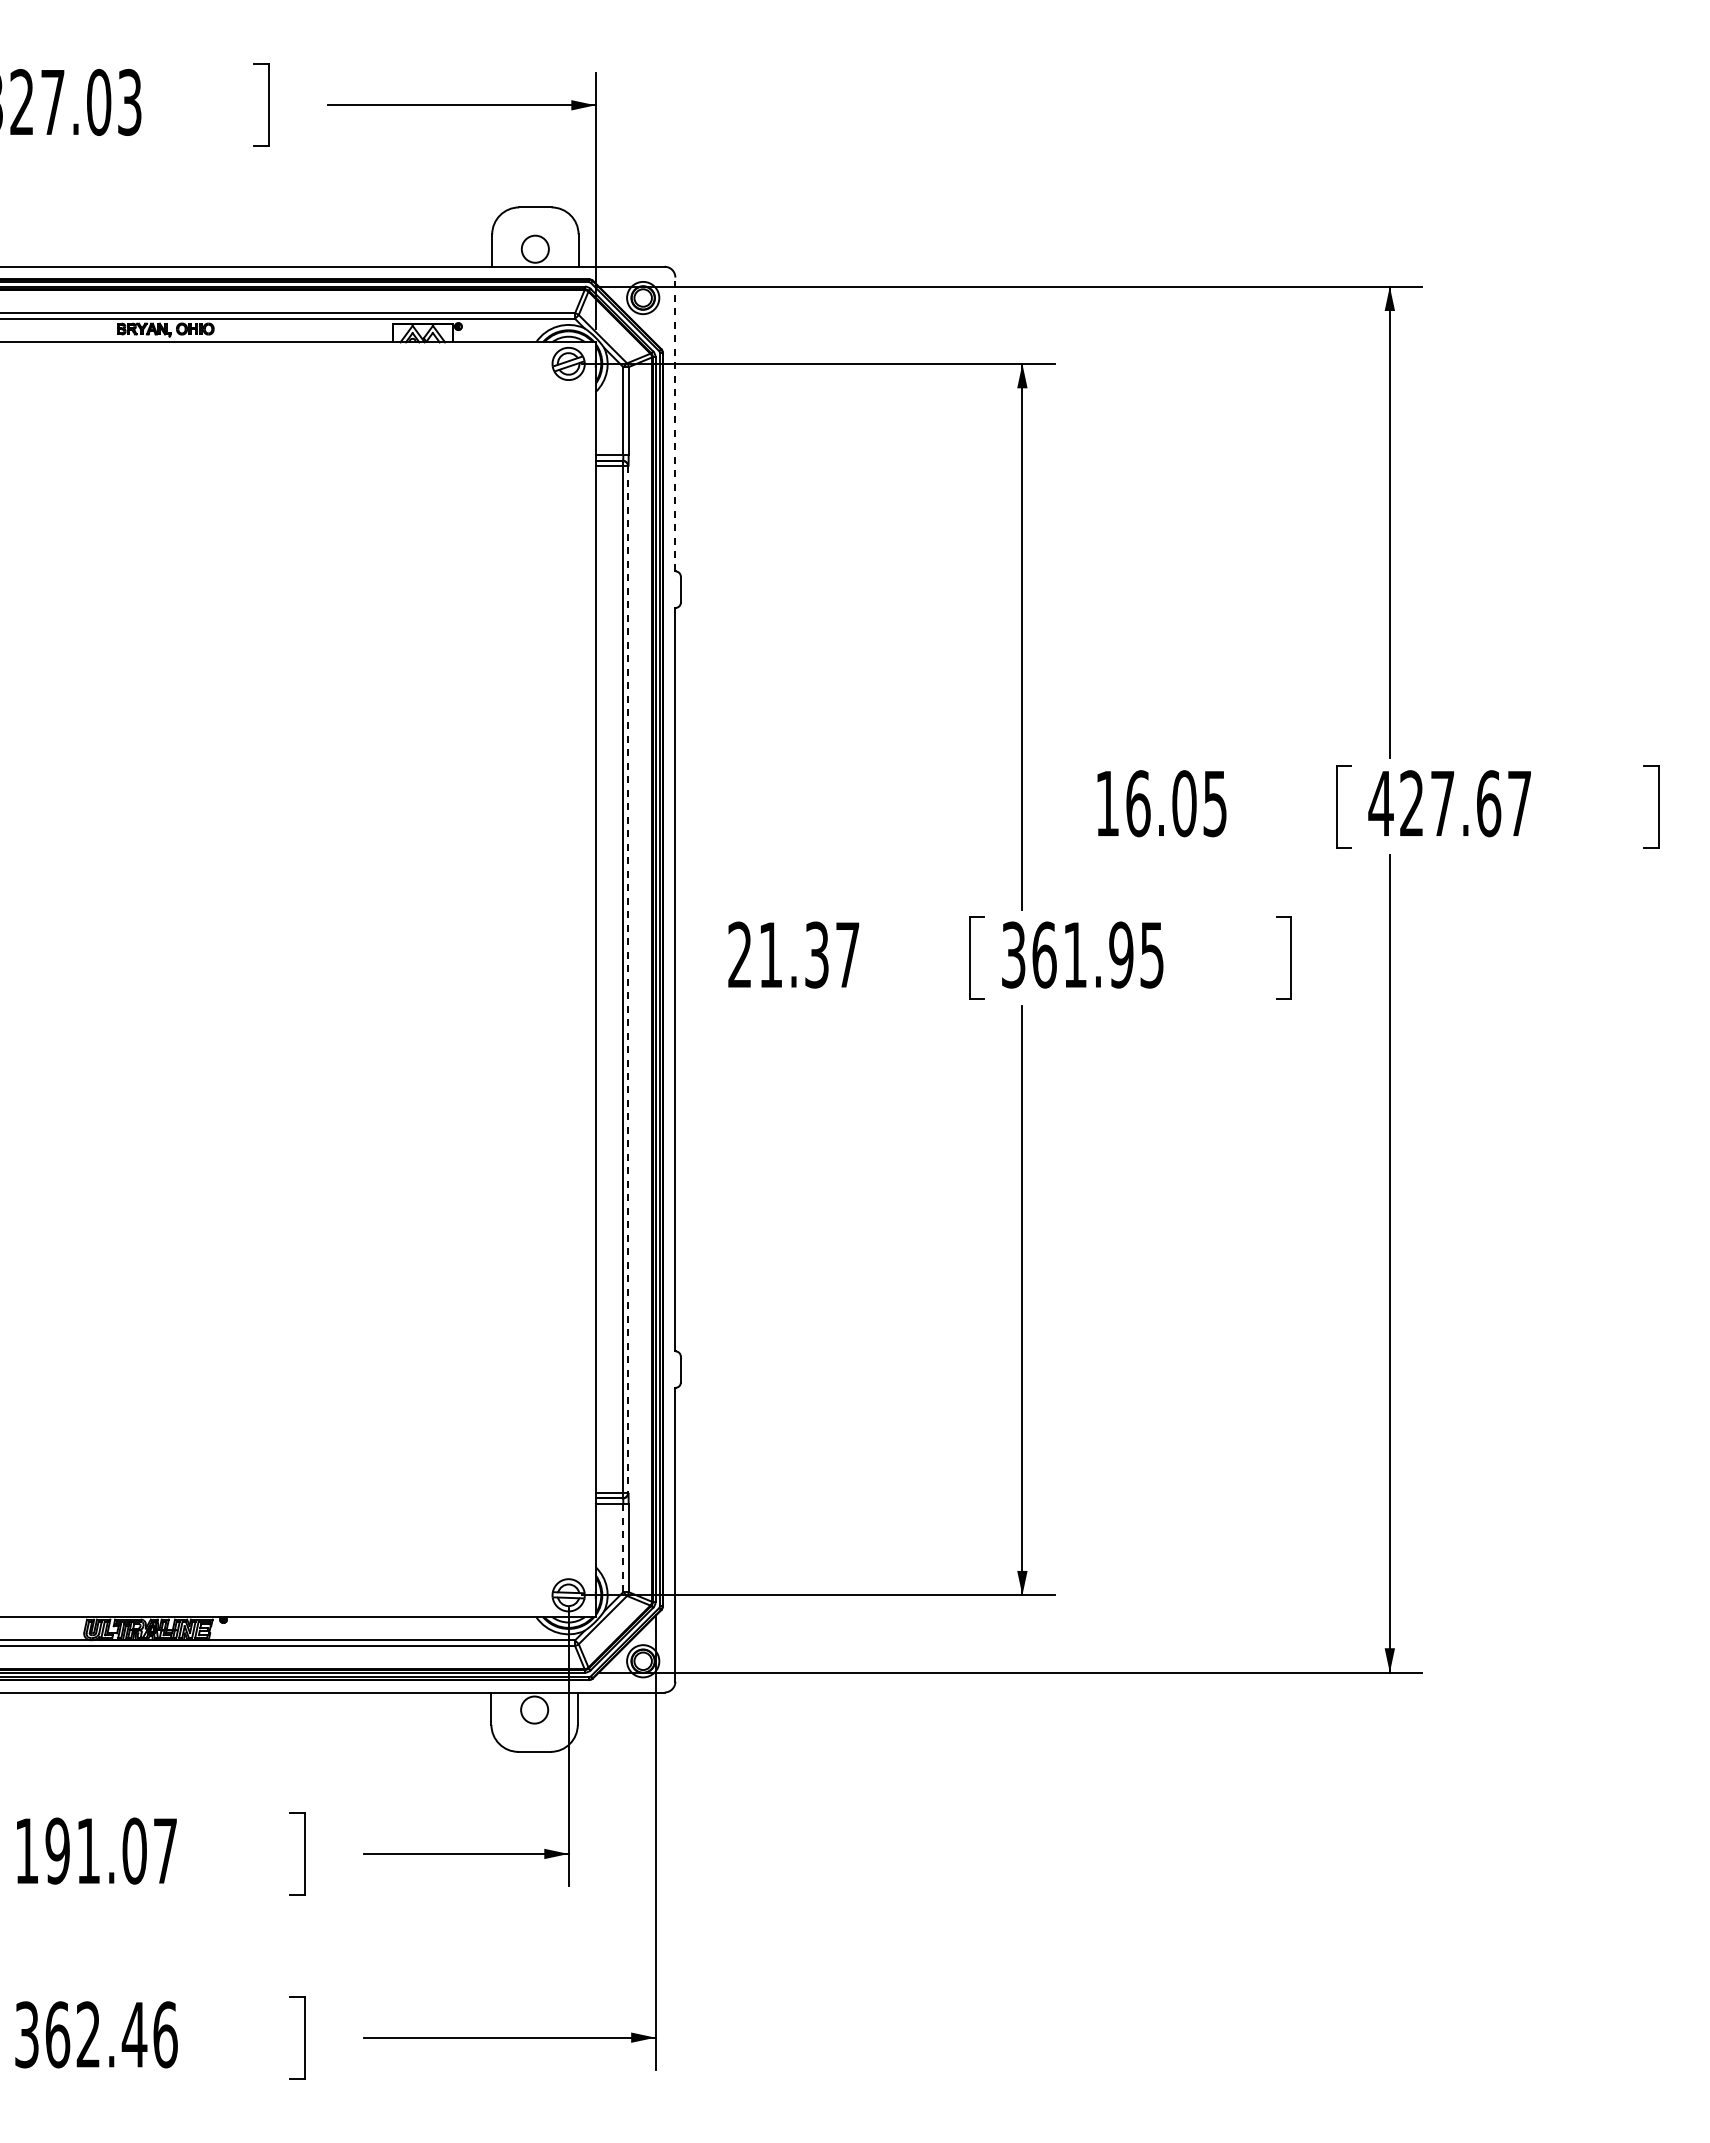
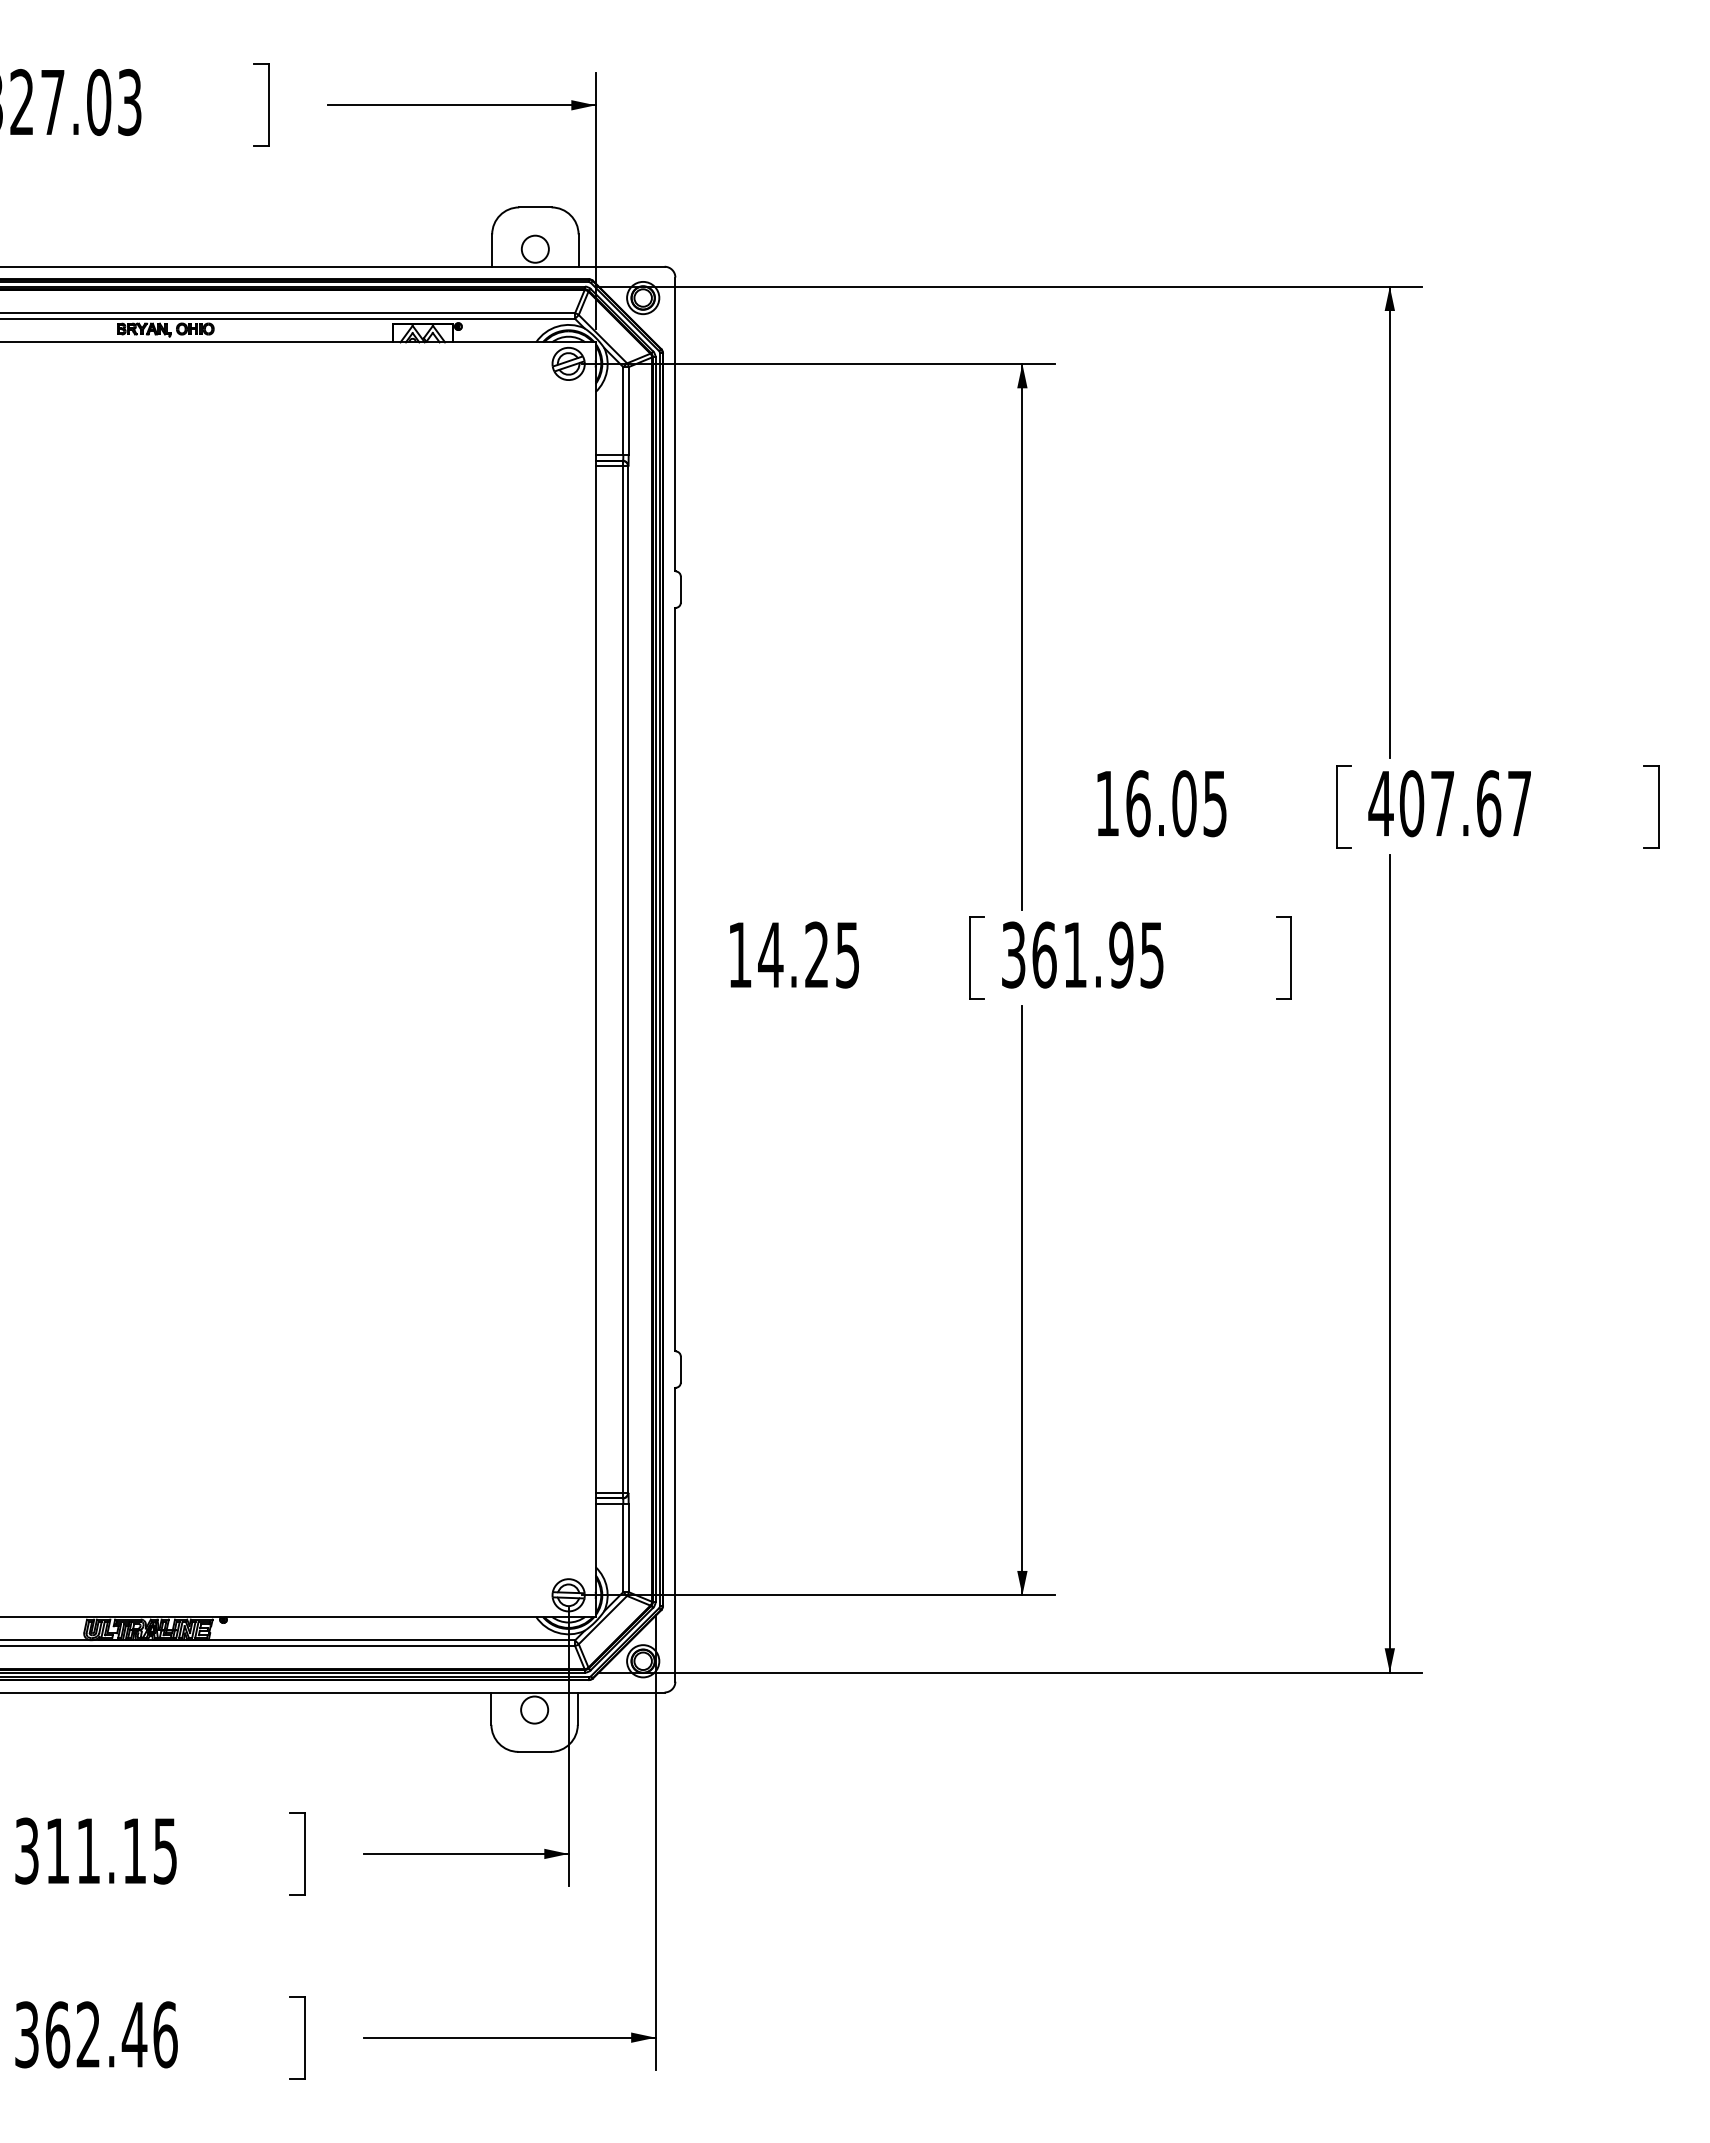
line at (675, 424): dashed -> solid
text at (1411, 803): 427.67 -> 407.67
text at (793, 954): 21.37 -> 14.25
line at (628, 980): dashed -> solid
line at (623, 1547): dashed -> solid
text at (95, 1850): 191.07 -> 311.15
